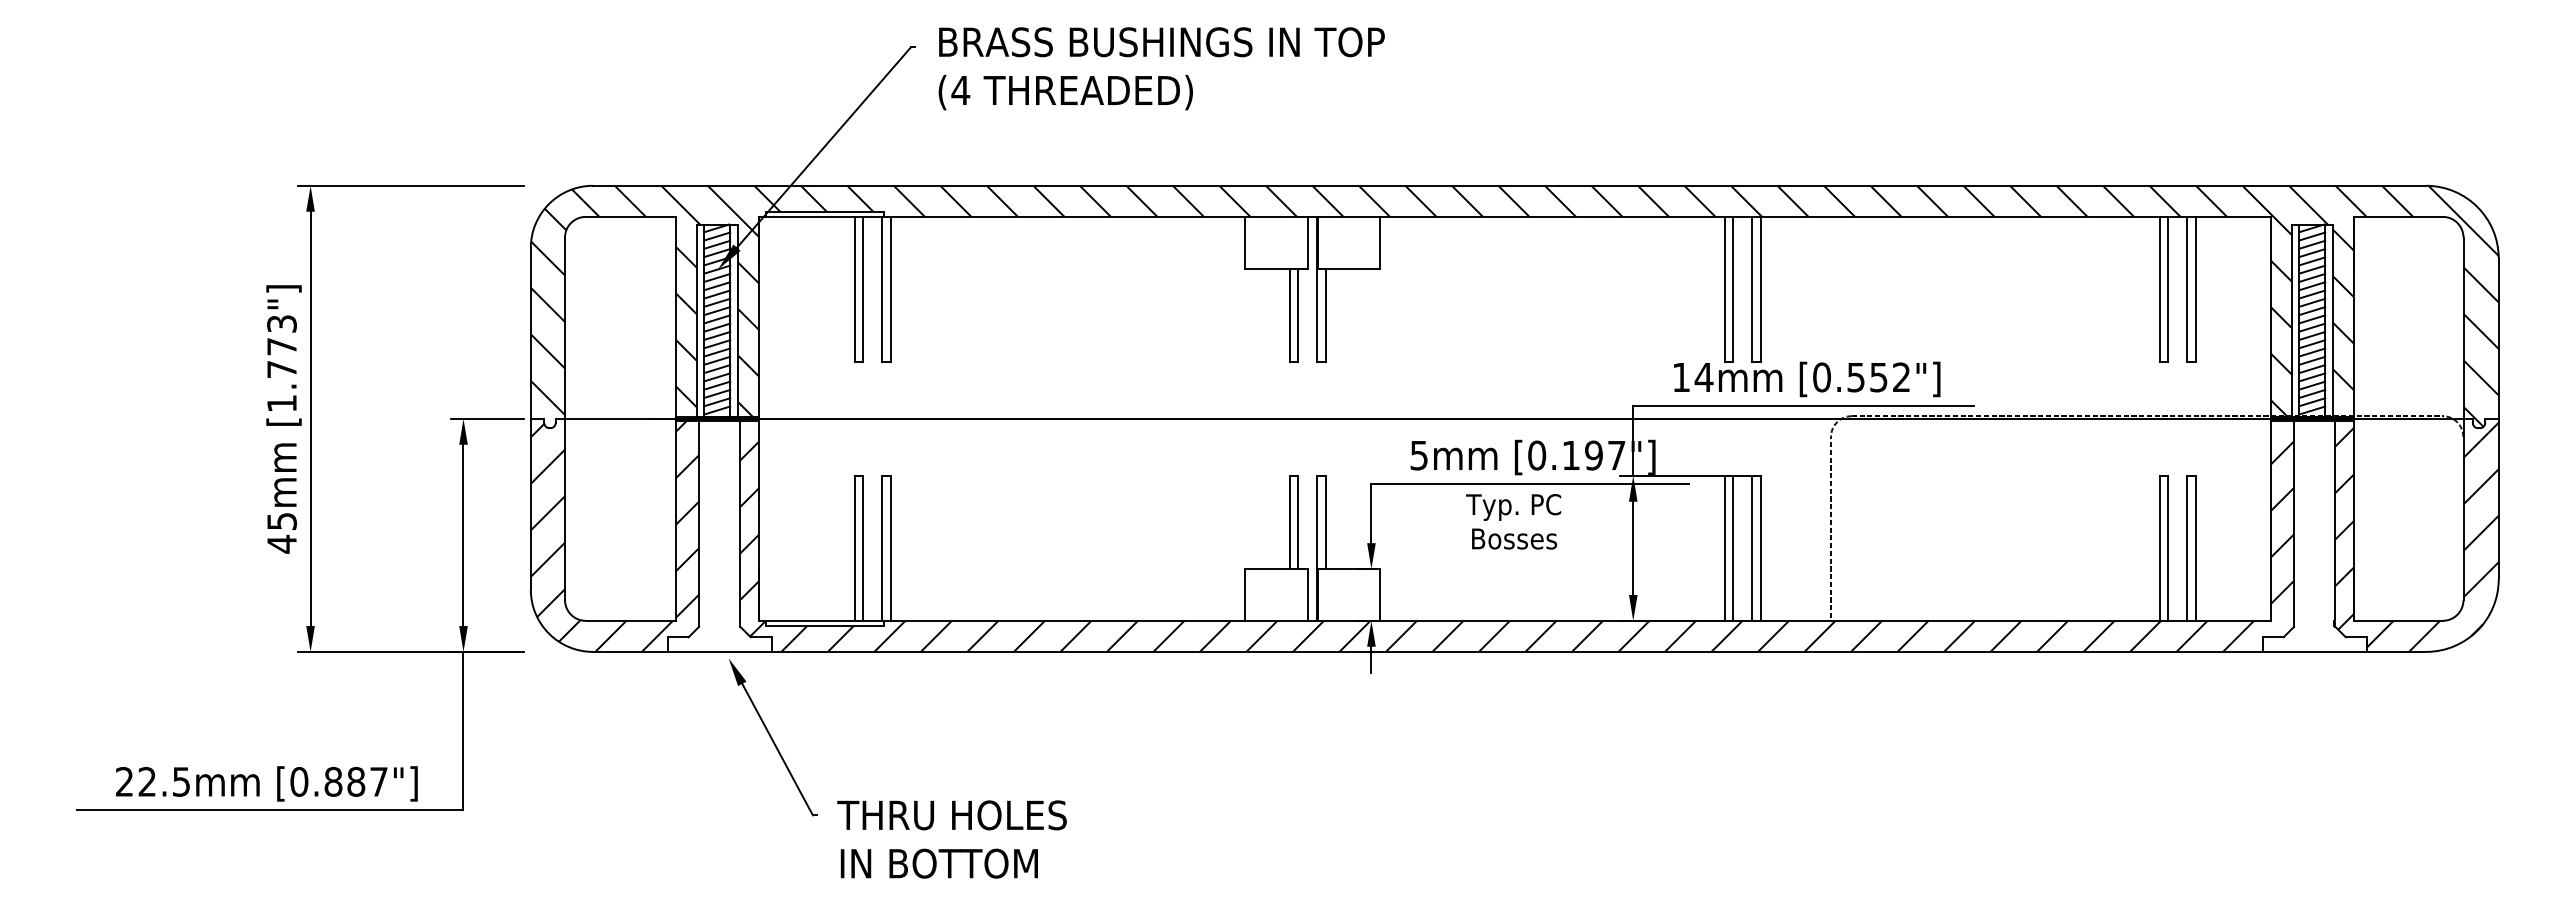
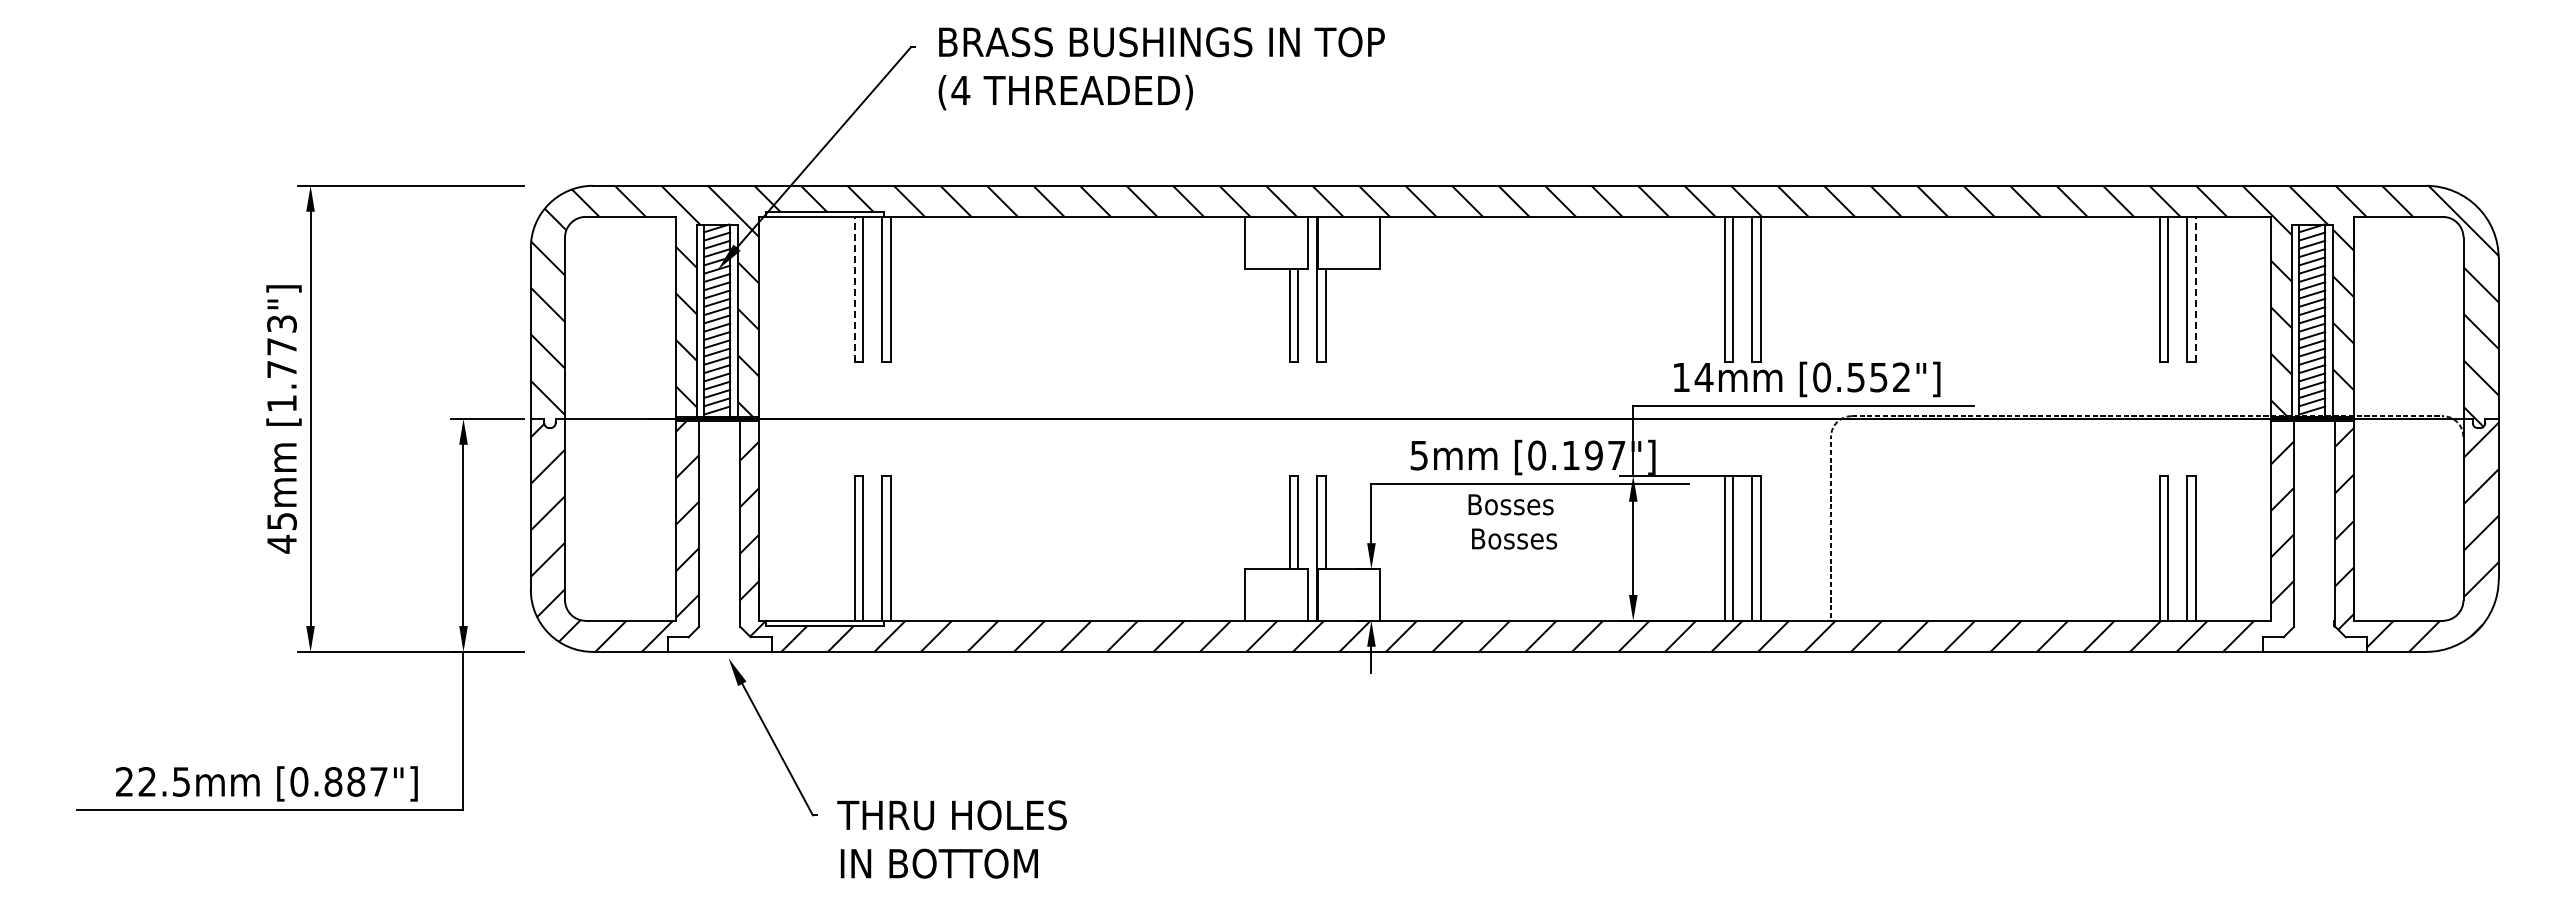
line at (854, 289): solid -> dashed
line at (2195, 289): solid -> dashed
text at (1513, 507): Typ. PC -> Bosses
